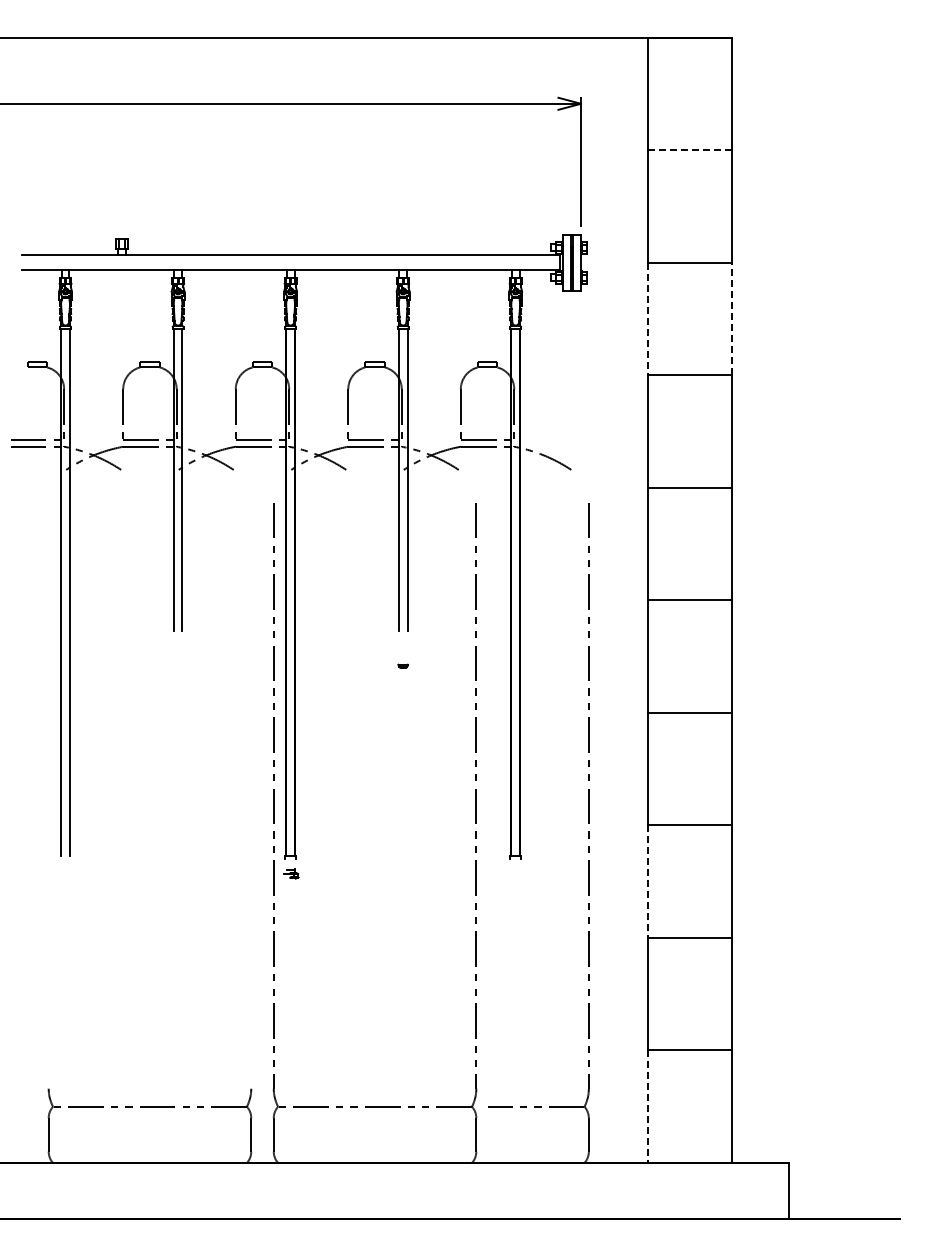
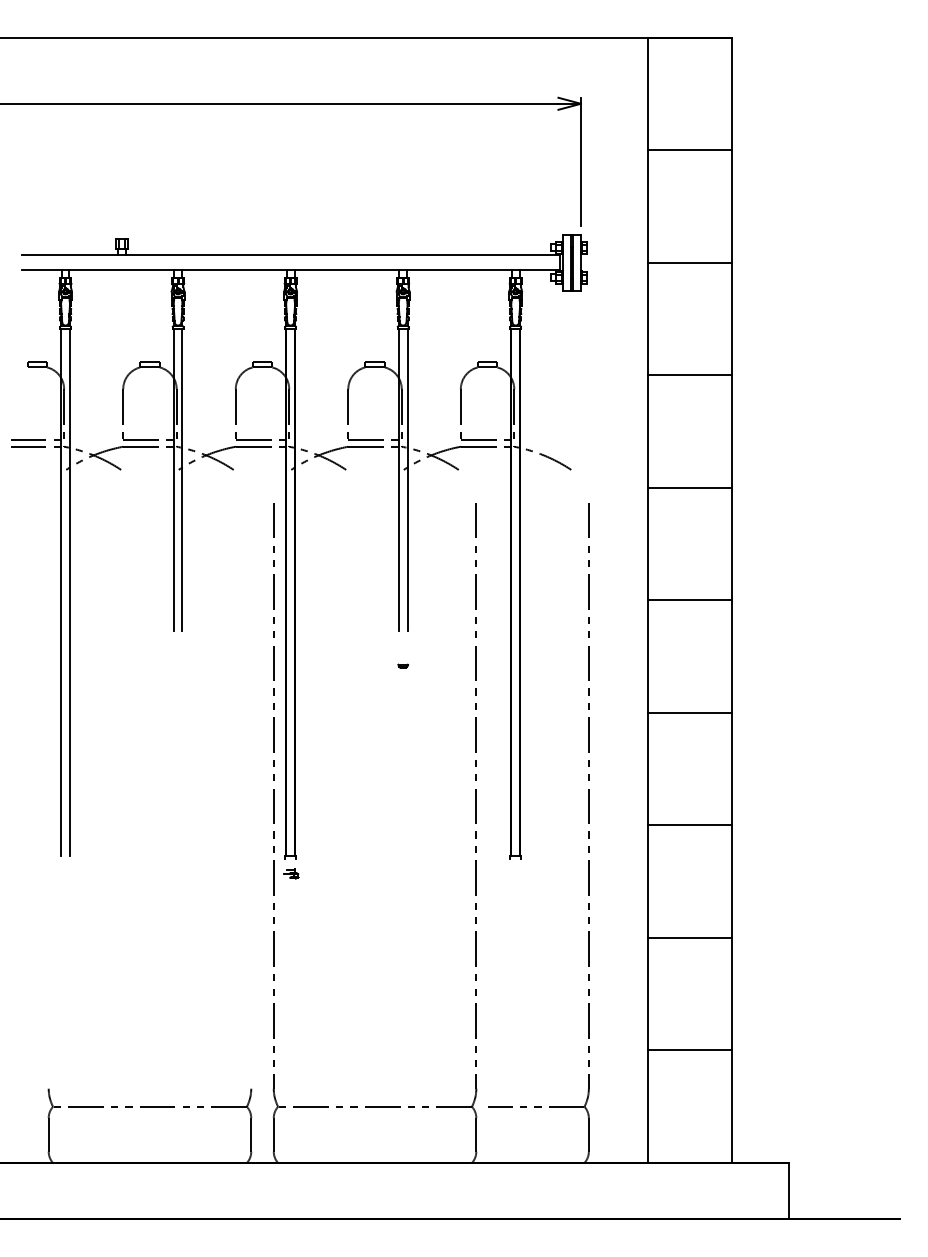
line at (689, 150): dashed -> solid
line at (732, 318): dashed -> solid
line at (647, 319): dashed -> solid
line at (647, 882): dashed -> solid
line at (647, 1107): dashed -> solid
